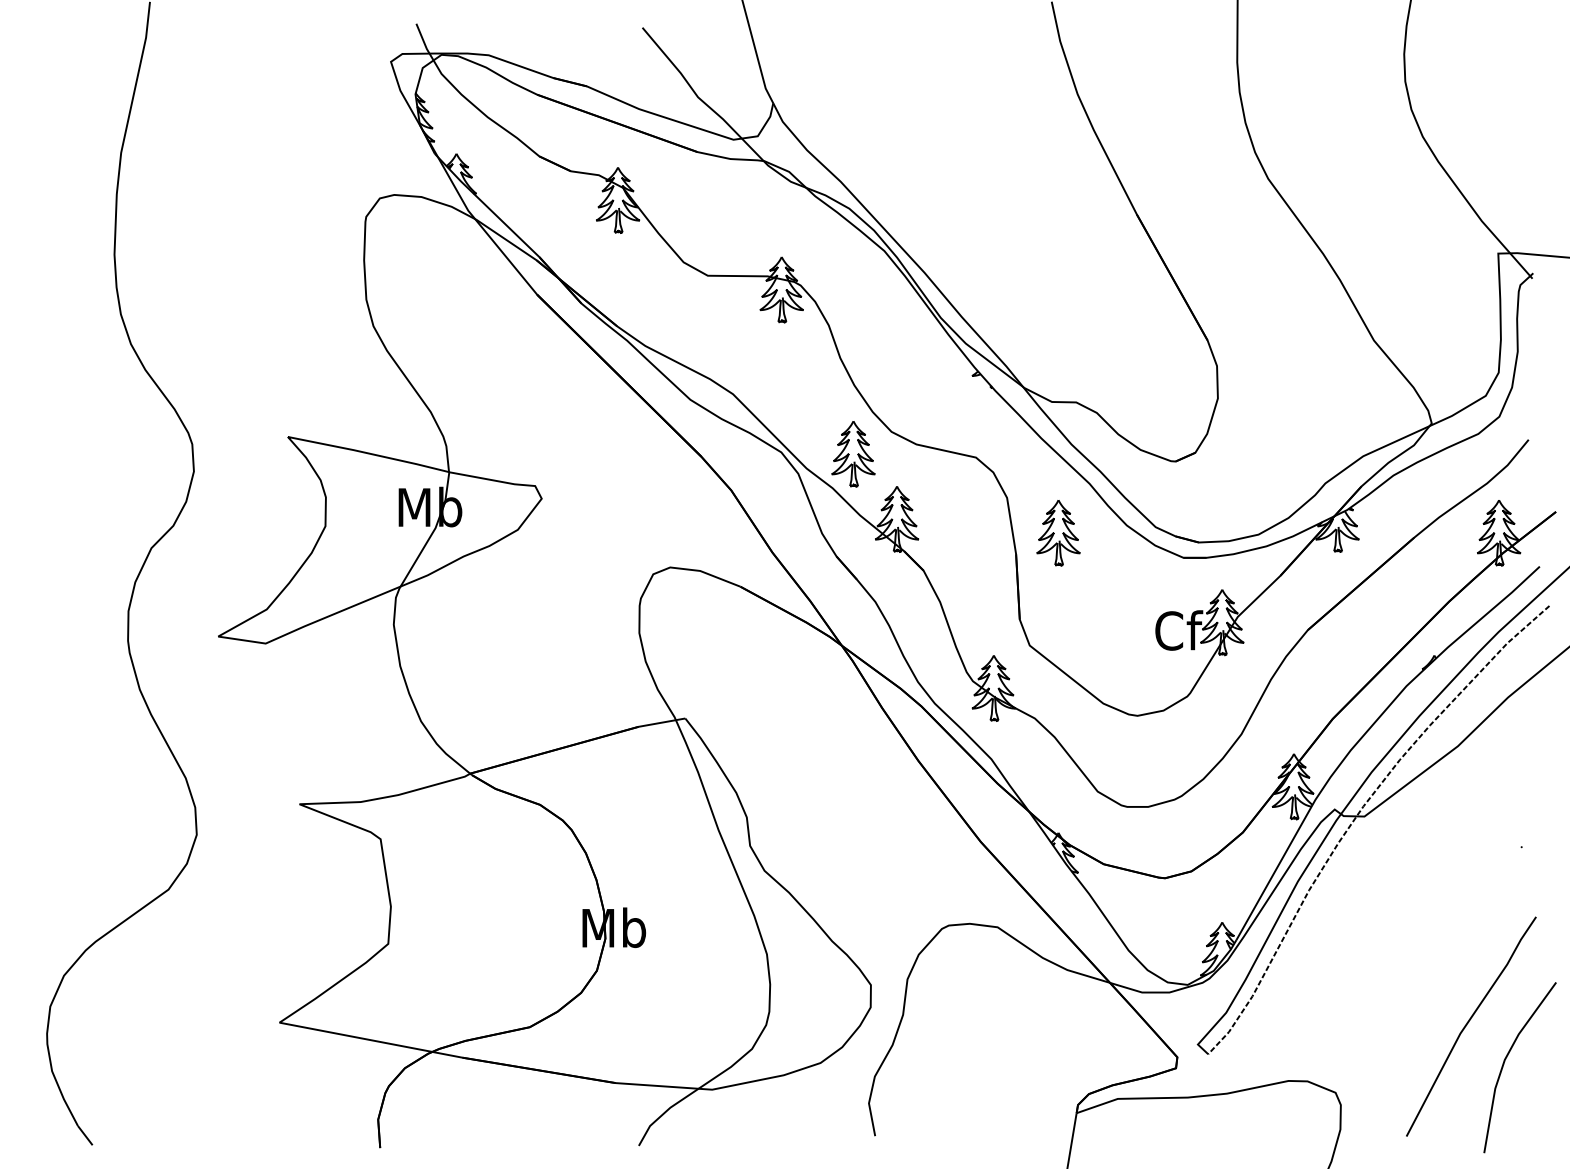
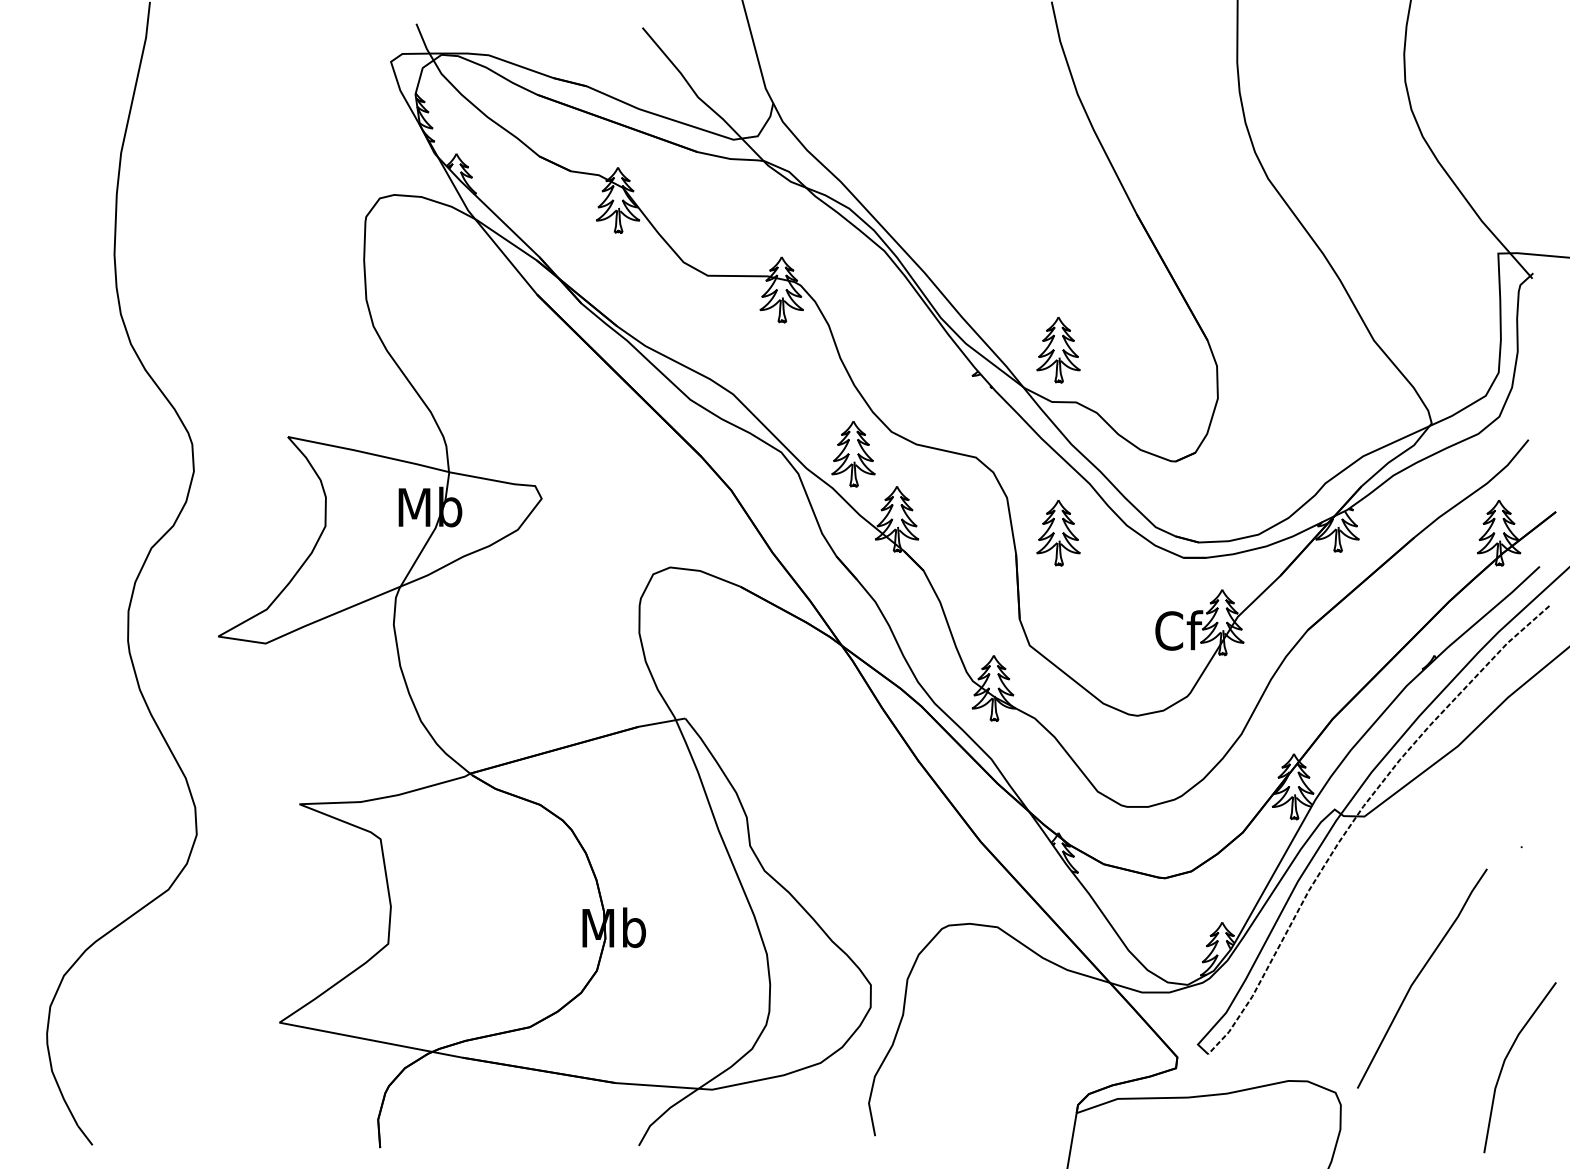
part at (1058, 350): none -> present
line at (1467, 1025) position: (1467, 1025) -> (1418, 977)
